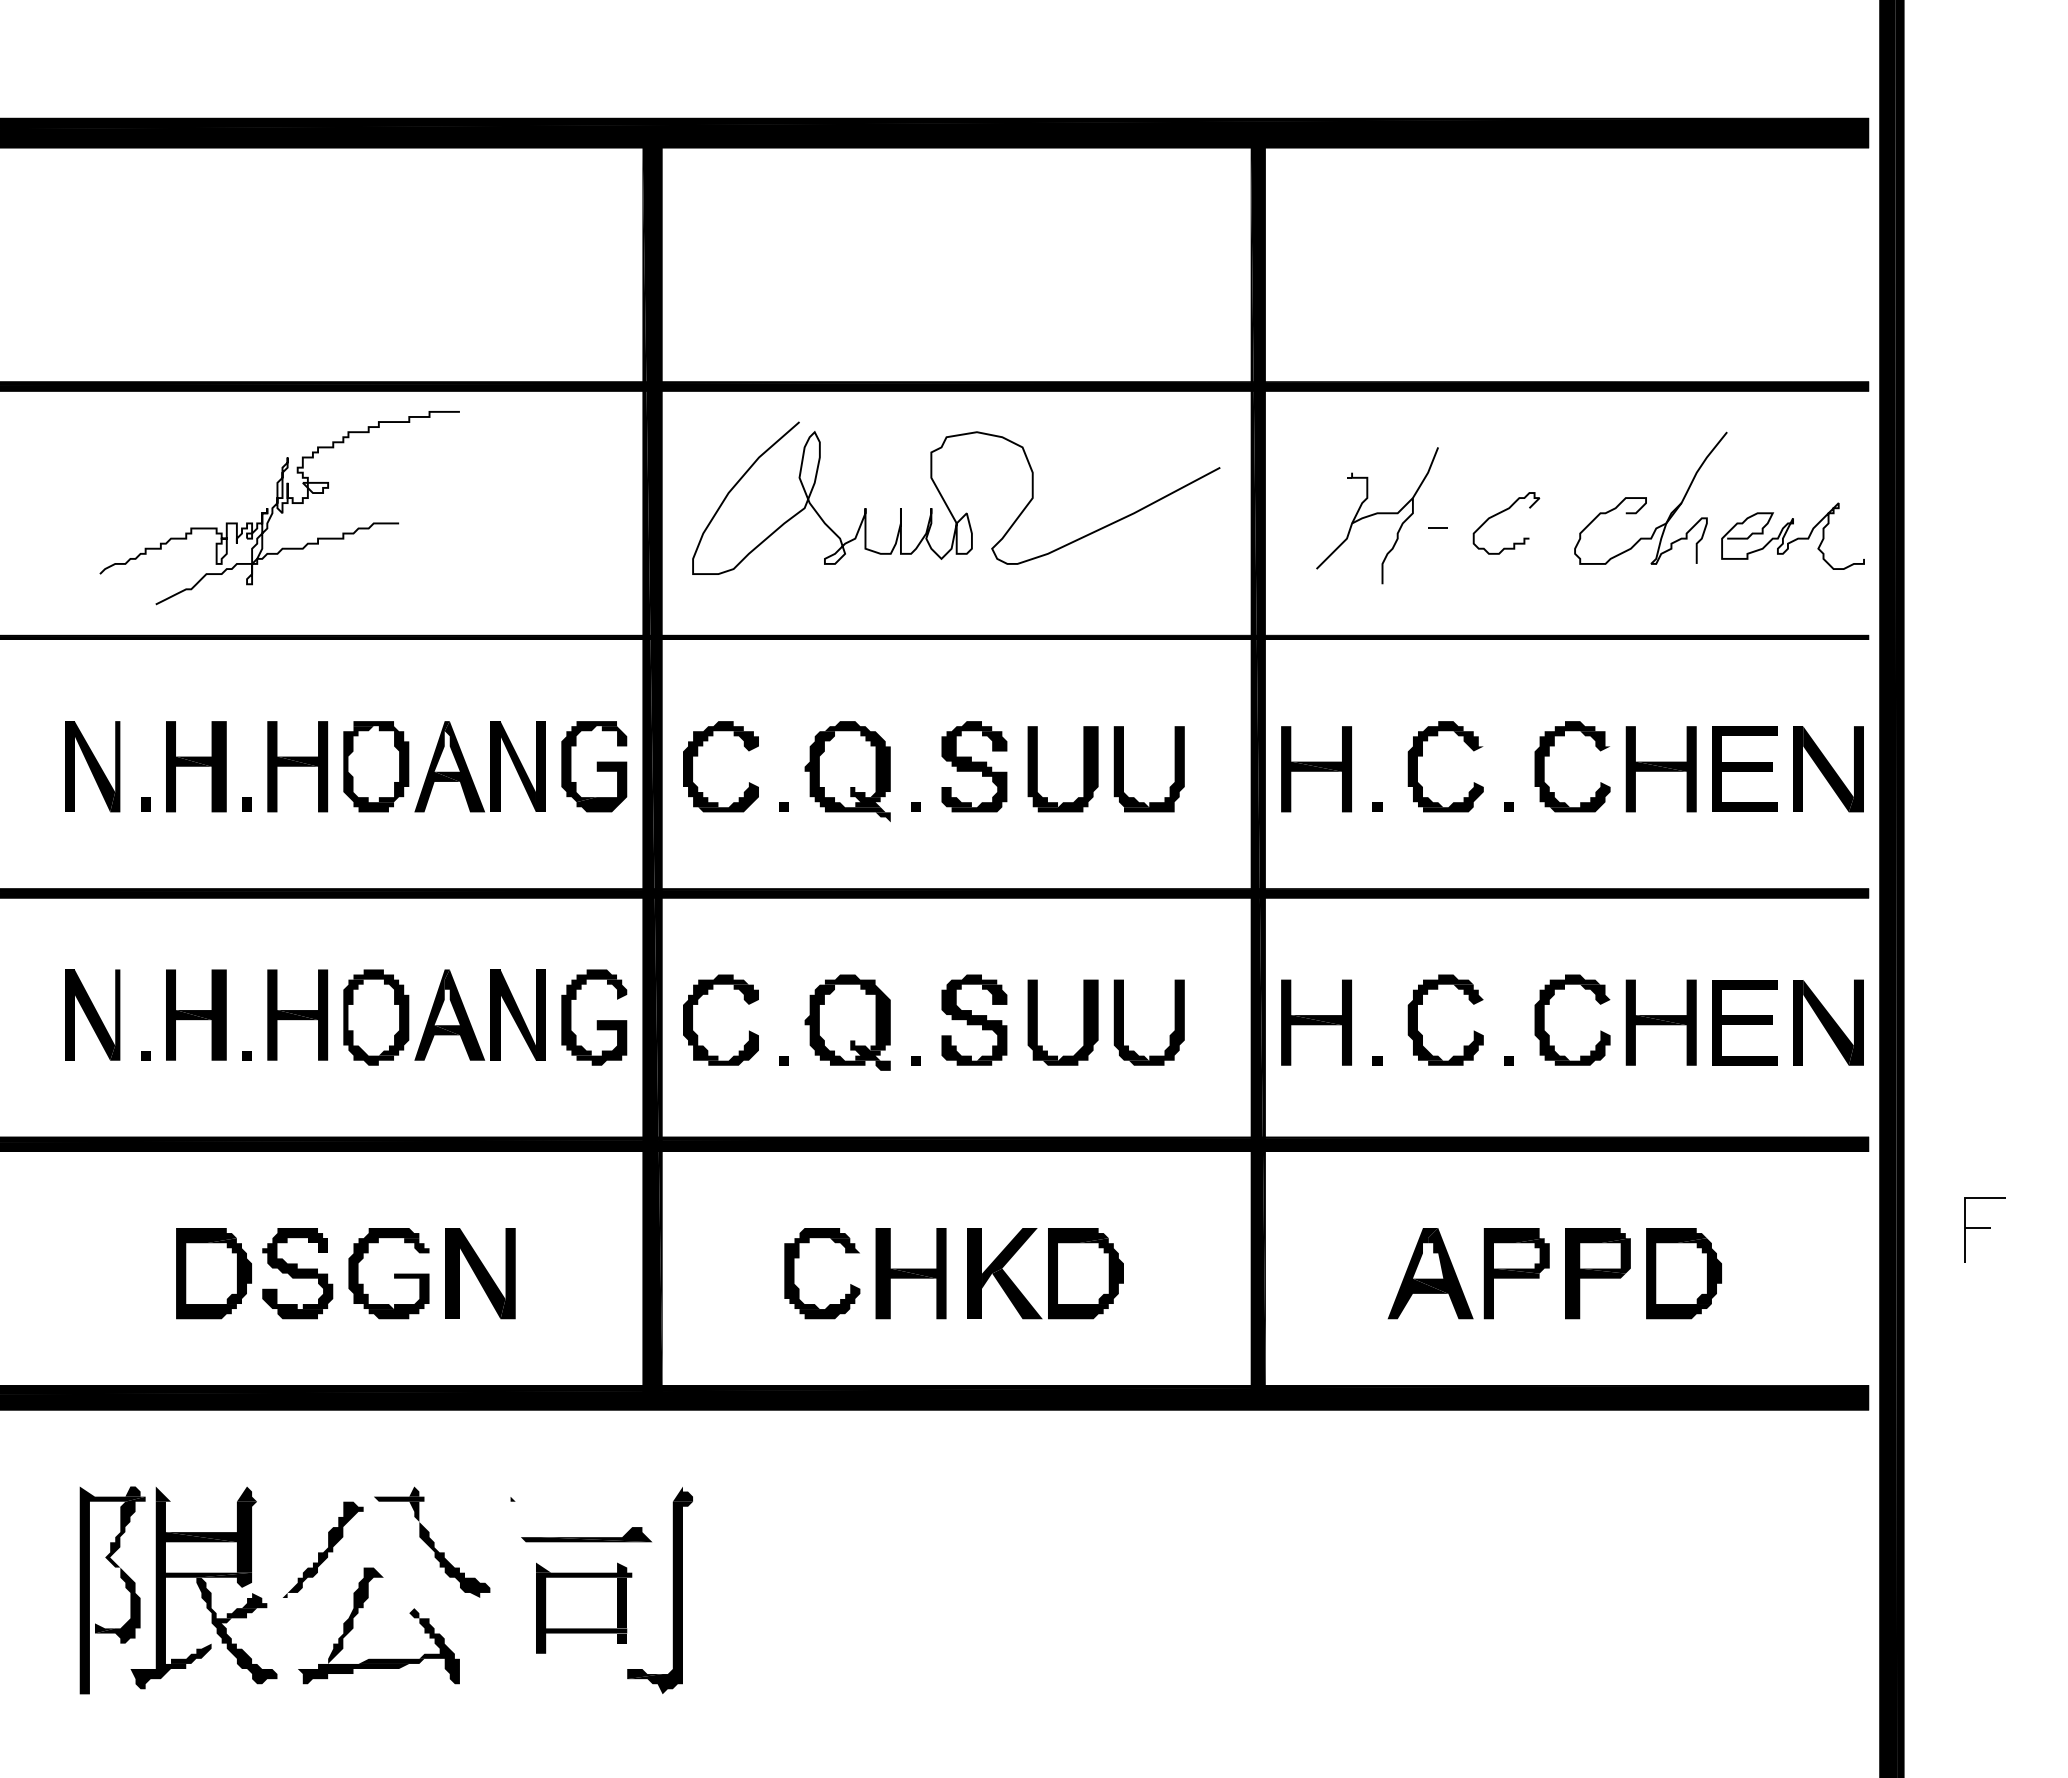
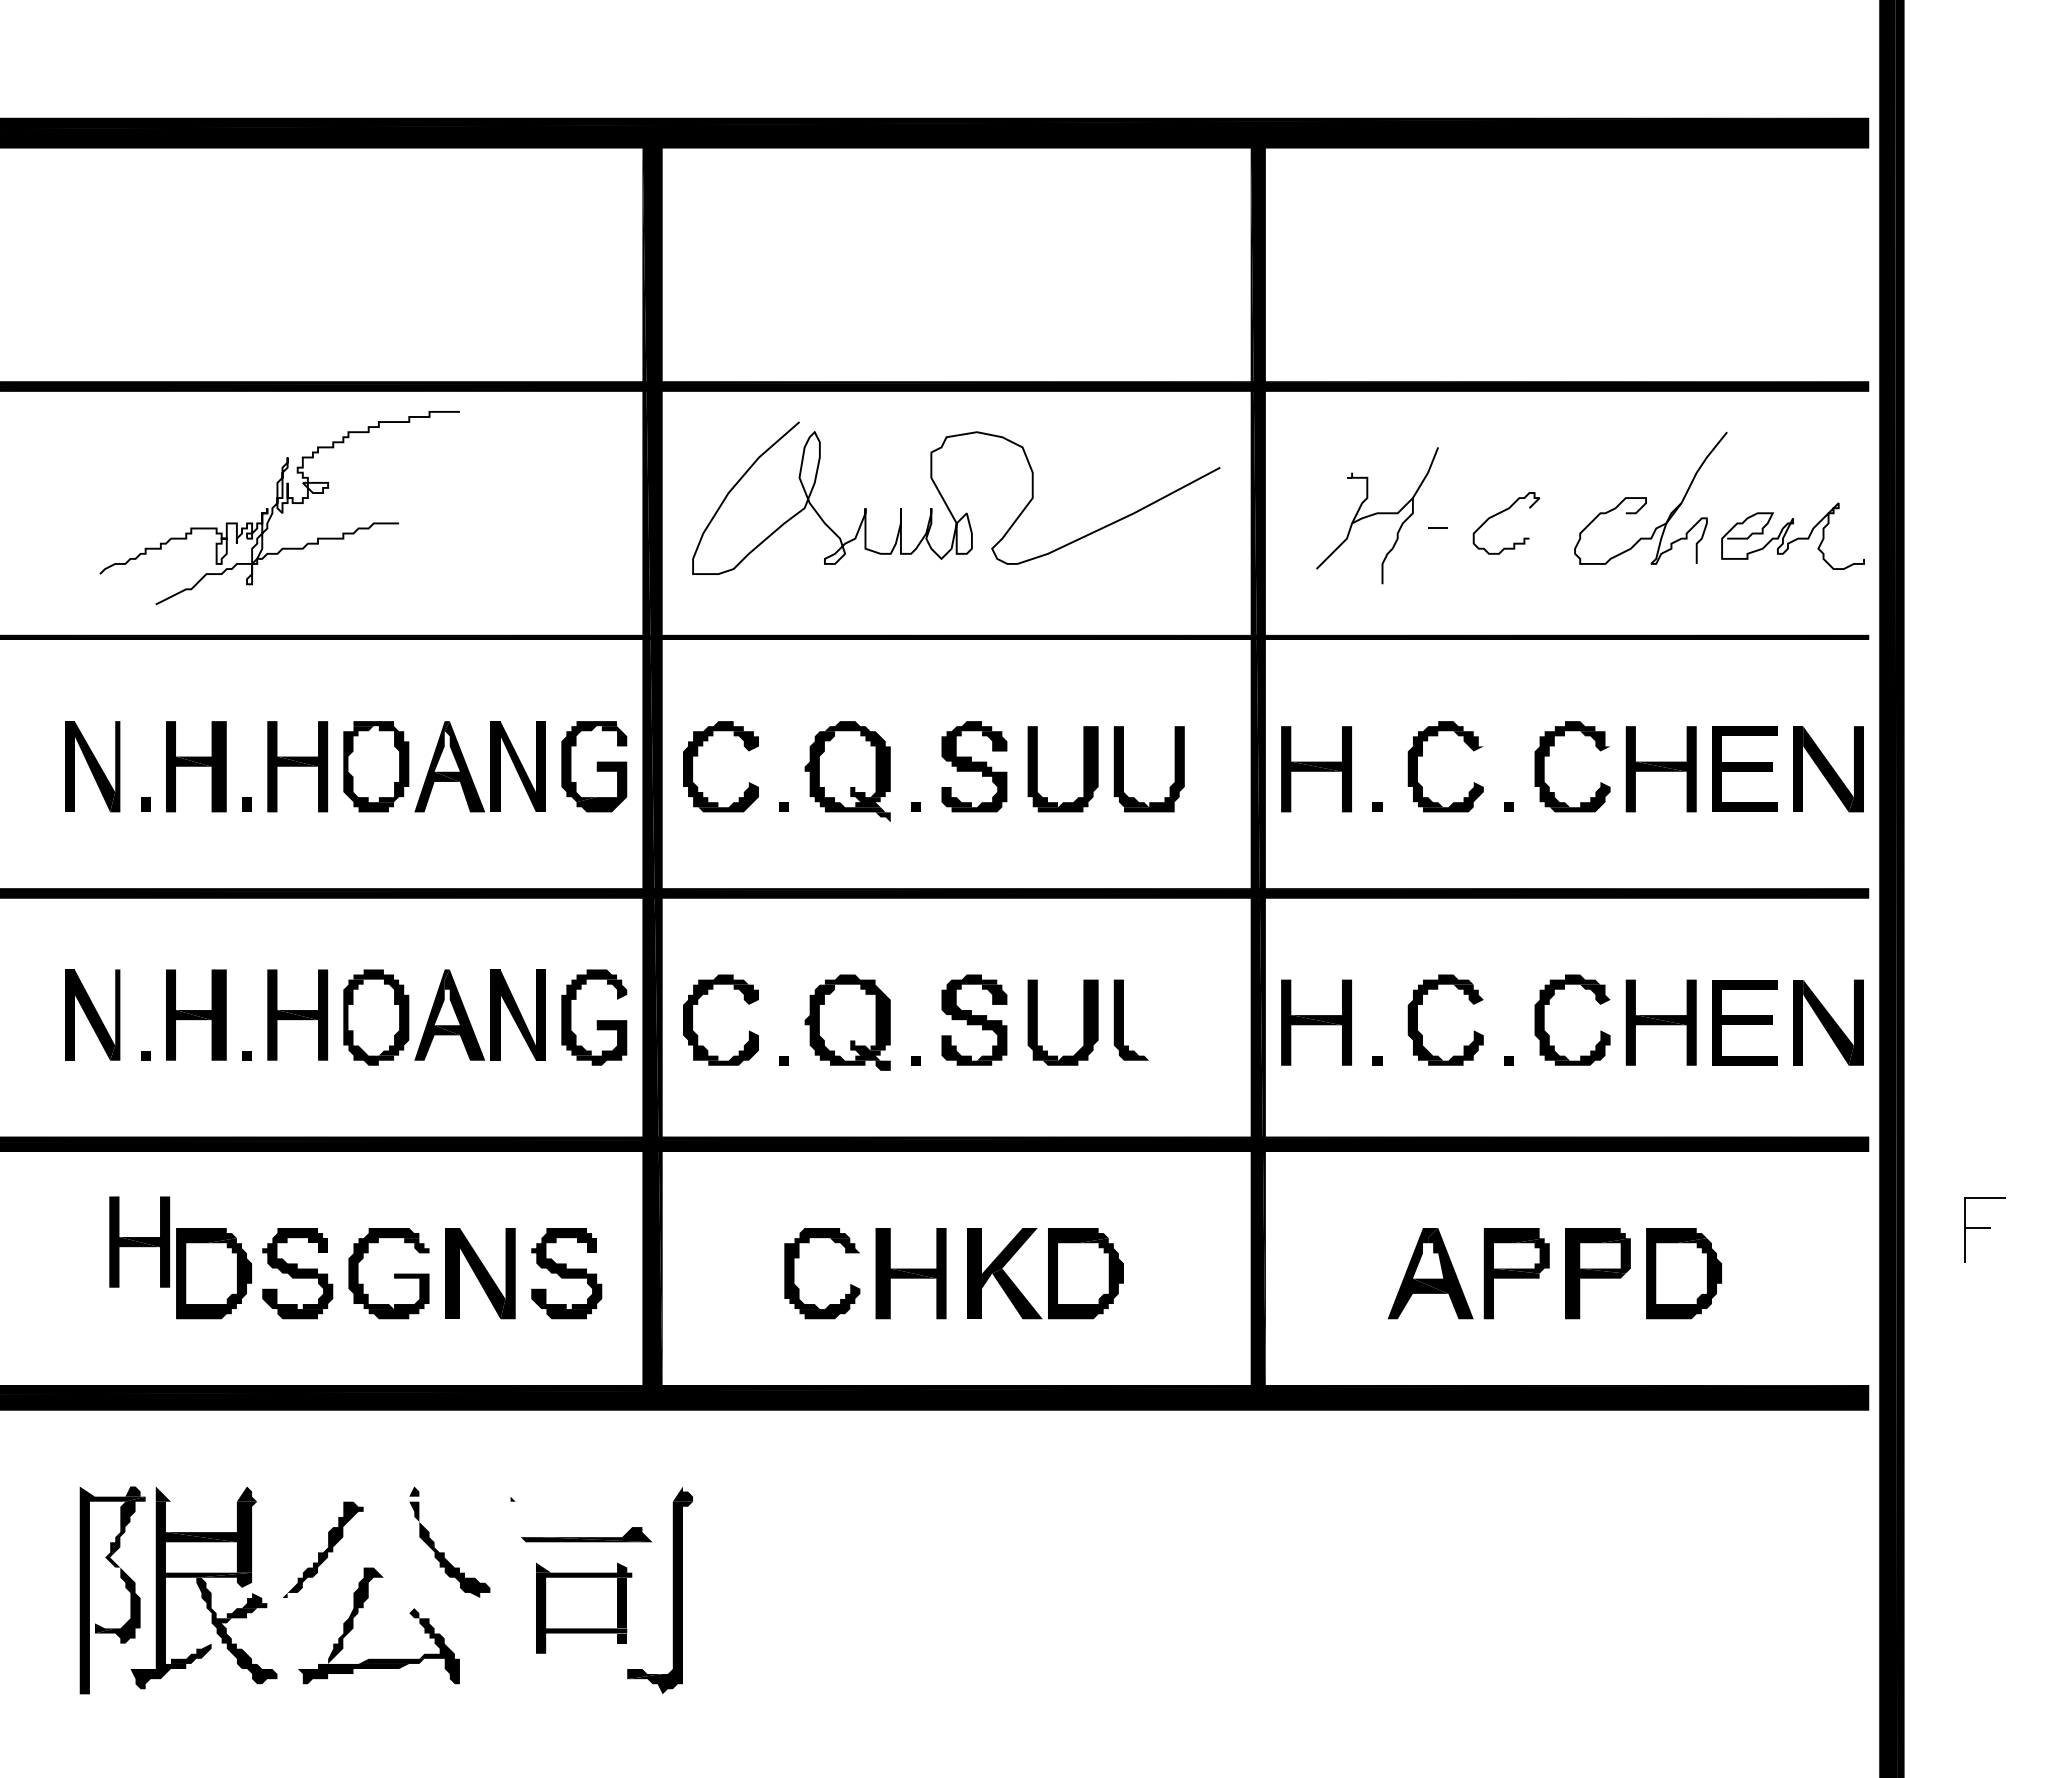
fill at (1153, 1022): present -> none
part at (139, 1241): none -> present
part at (566, 1273): none -> present
fill at (398, 1498): present -> none
